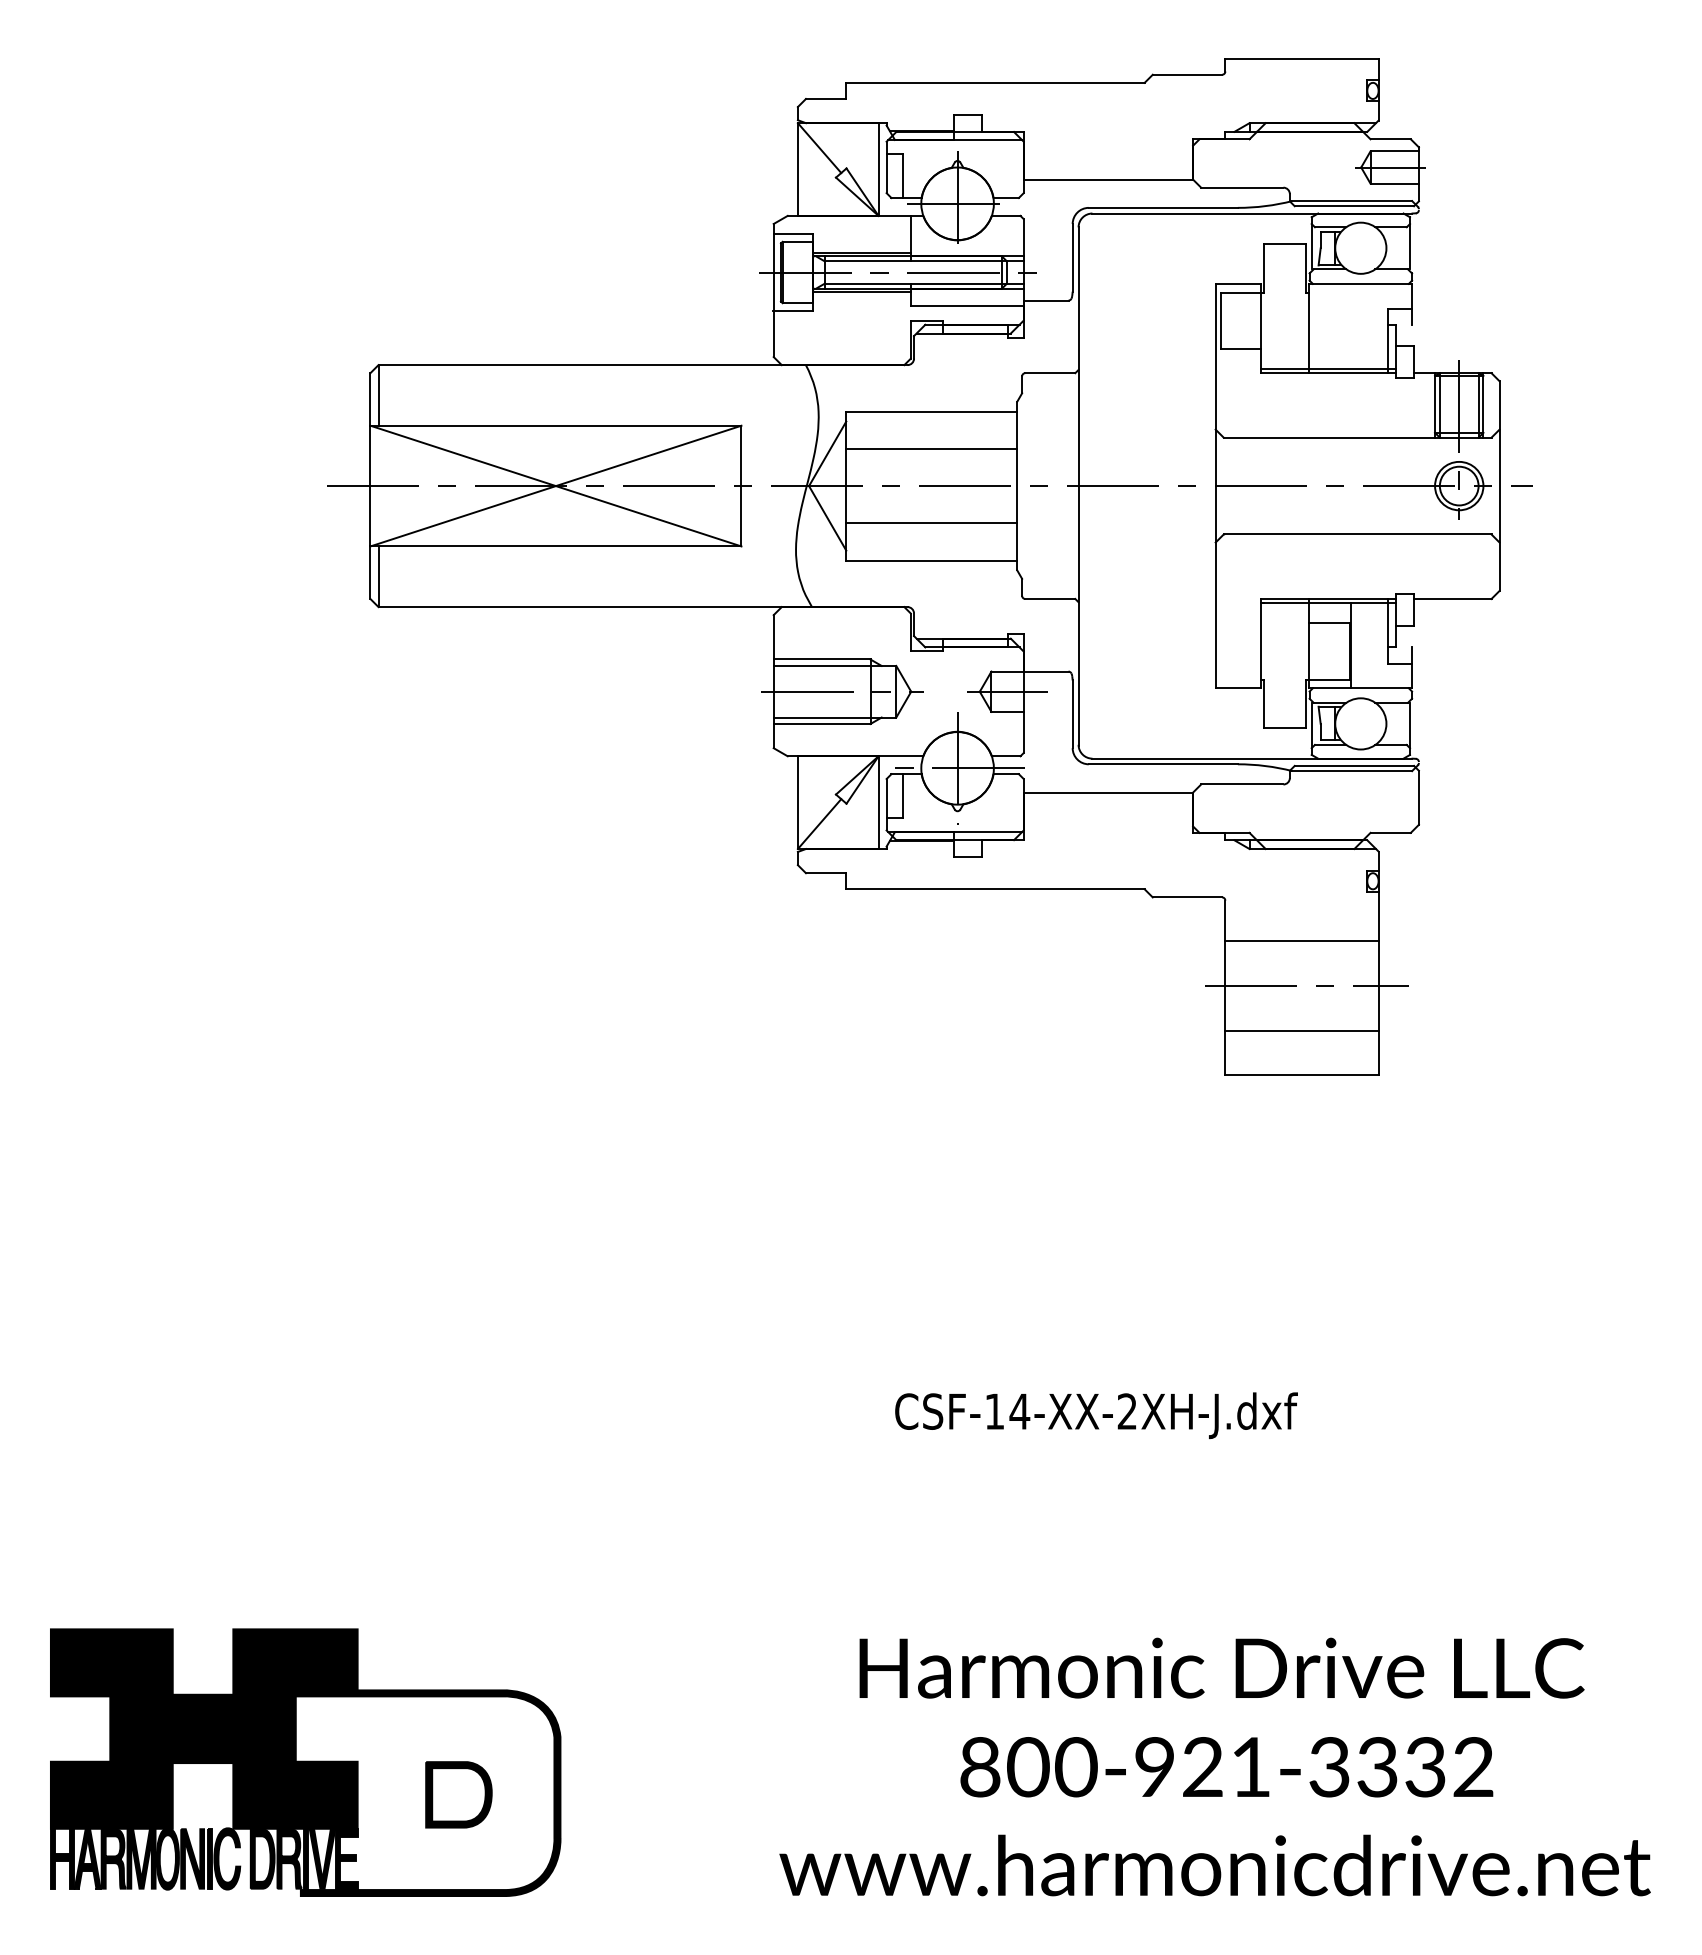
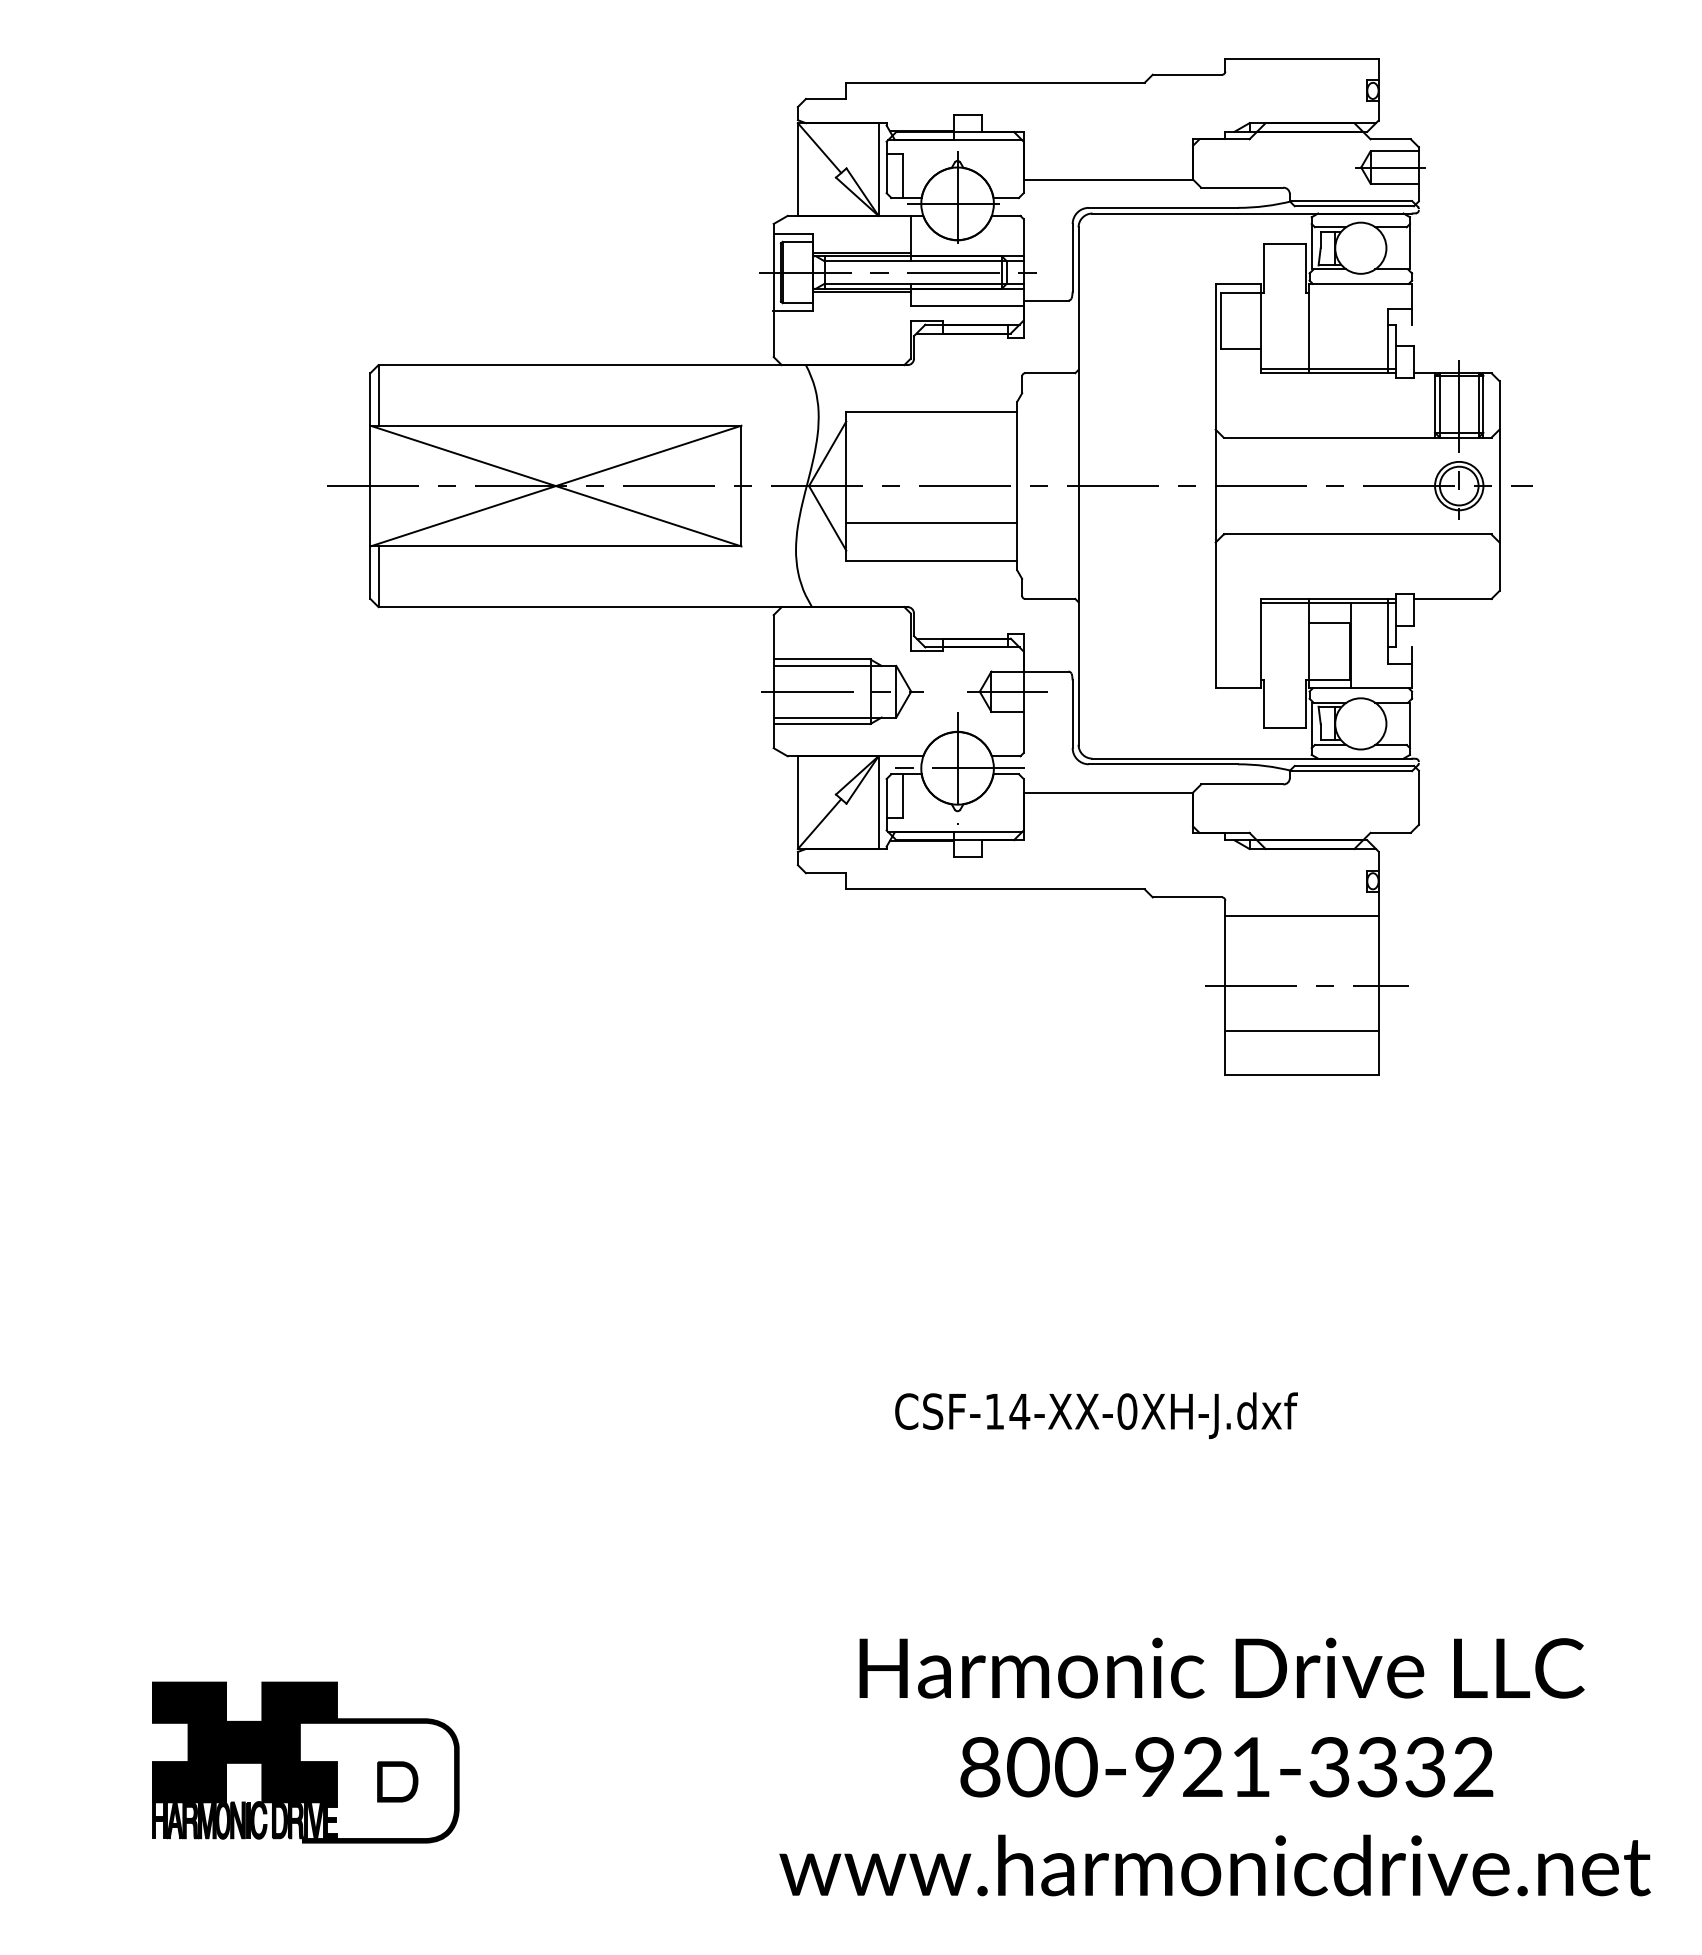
line at (931, 448): present -> none
line at (1301, 941) position: (1301, 941) -> (1301, 916)
text at (1127, 1411): CSF-14-XX-2XH-J.dxf -> CSF-14-XX-0XH-J.dxf
part at (305, 1762) size: 512x269 px -> 308x163 px
